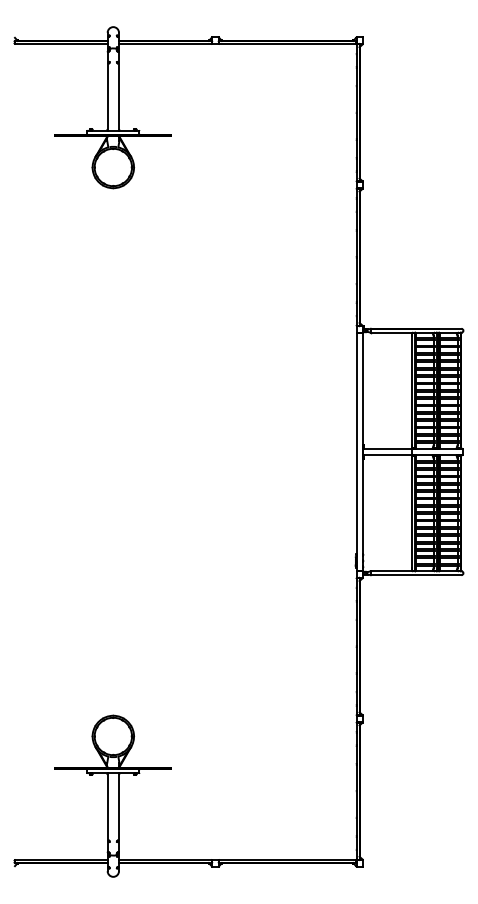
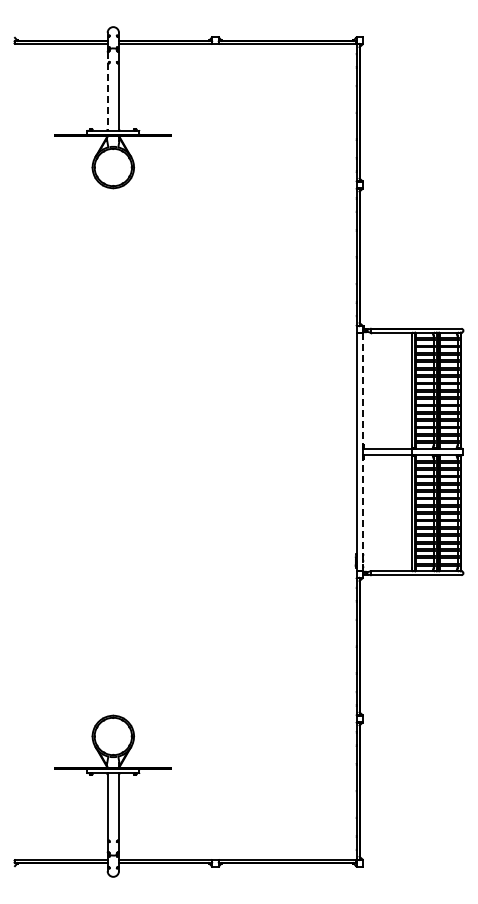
line at (107, 92): solid -> dashed
line at (363, 452): solid -> dashed
